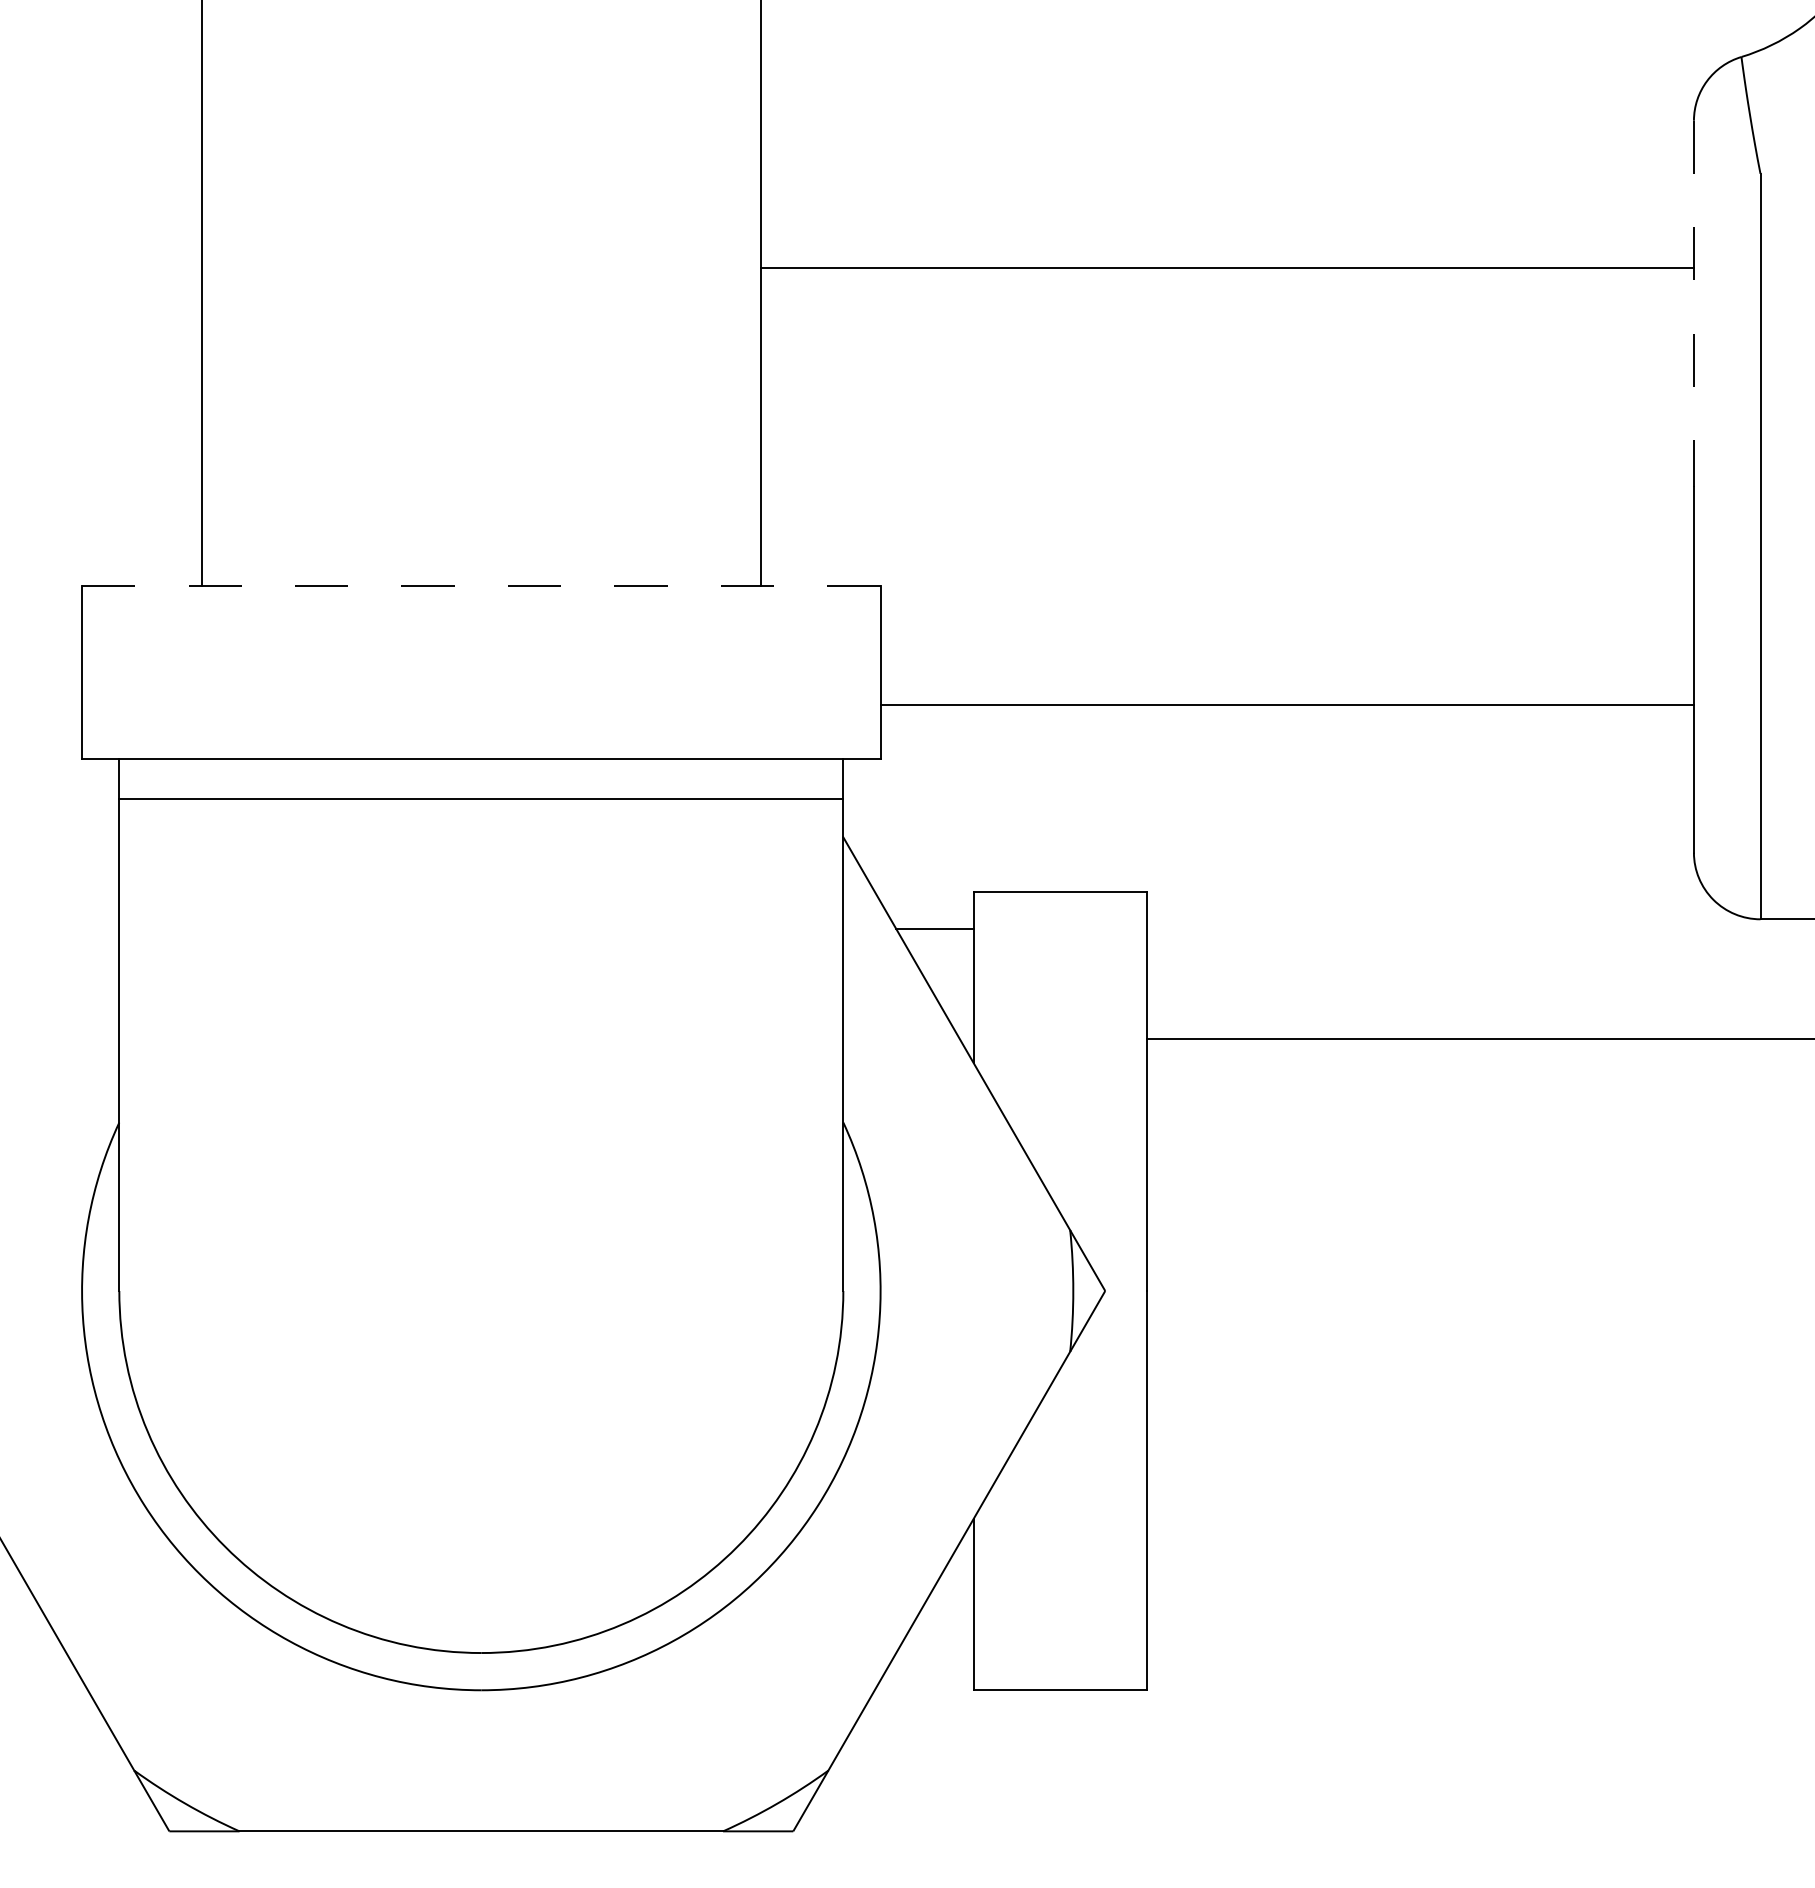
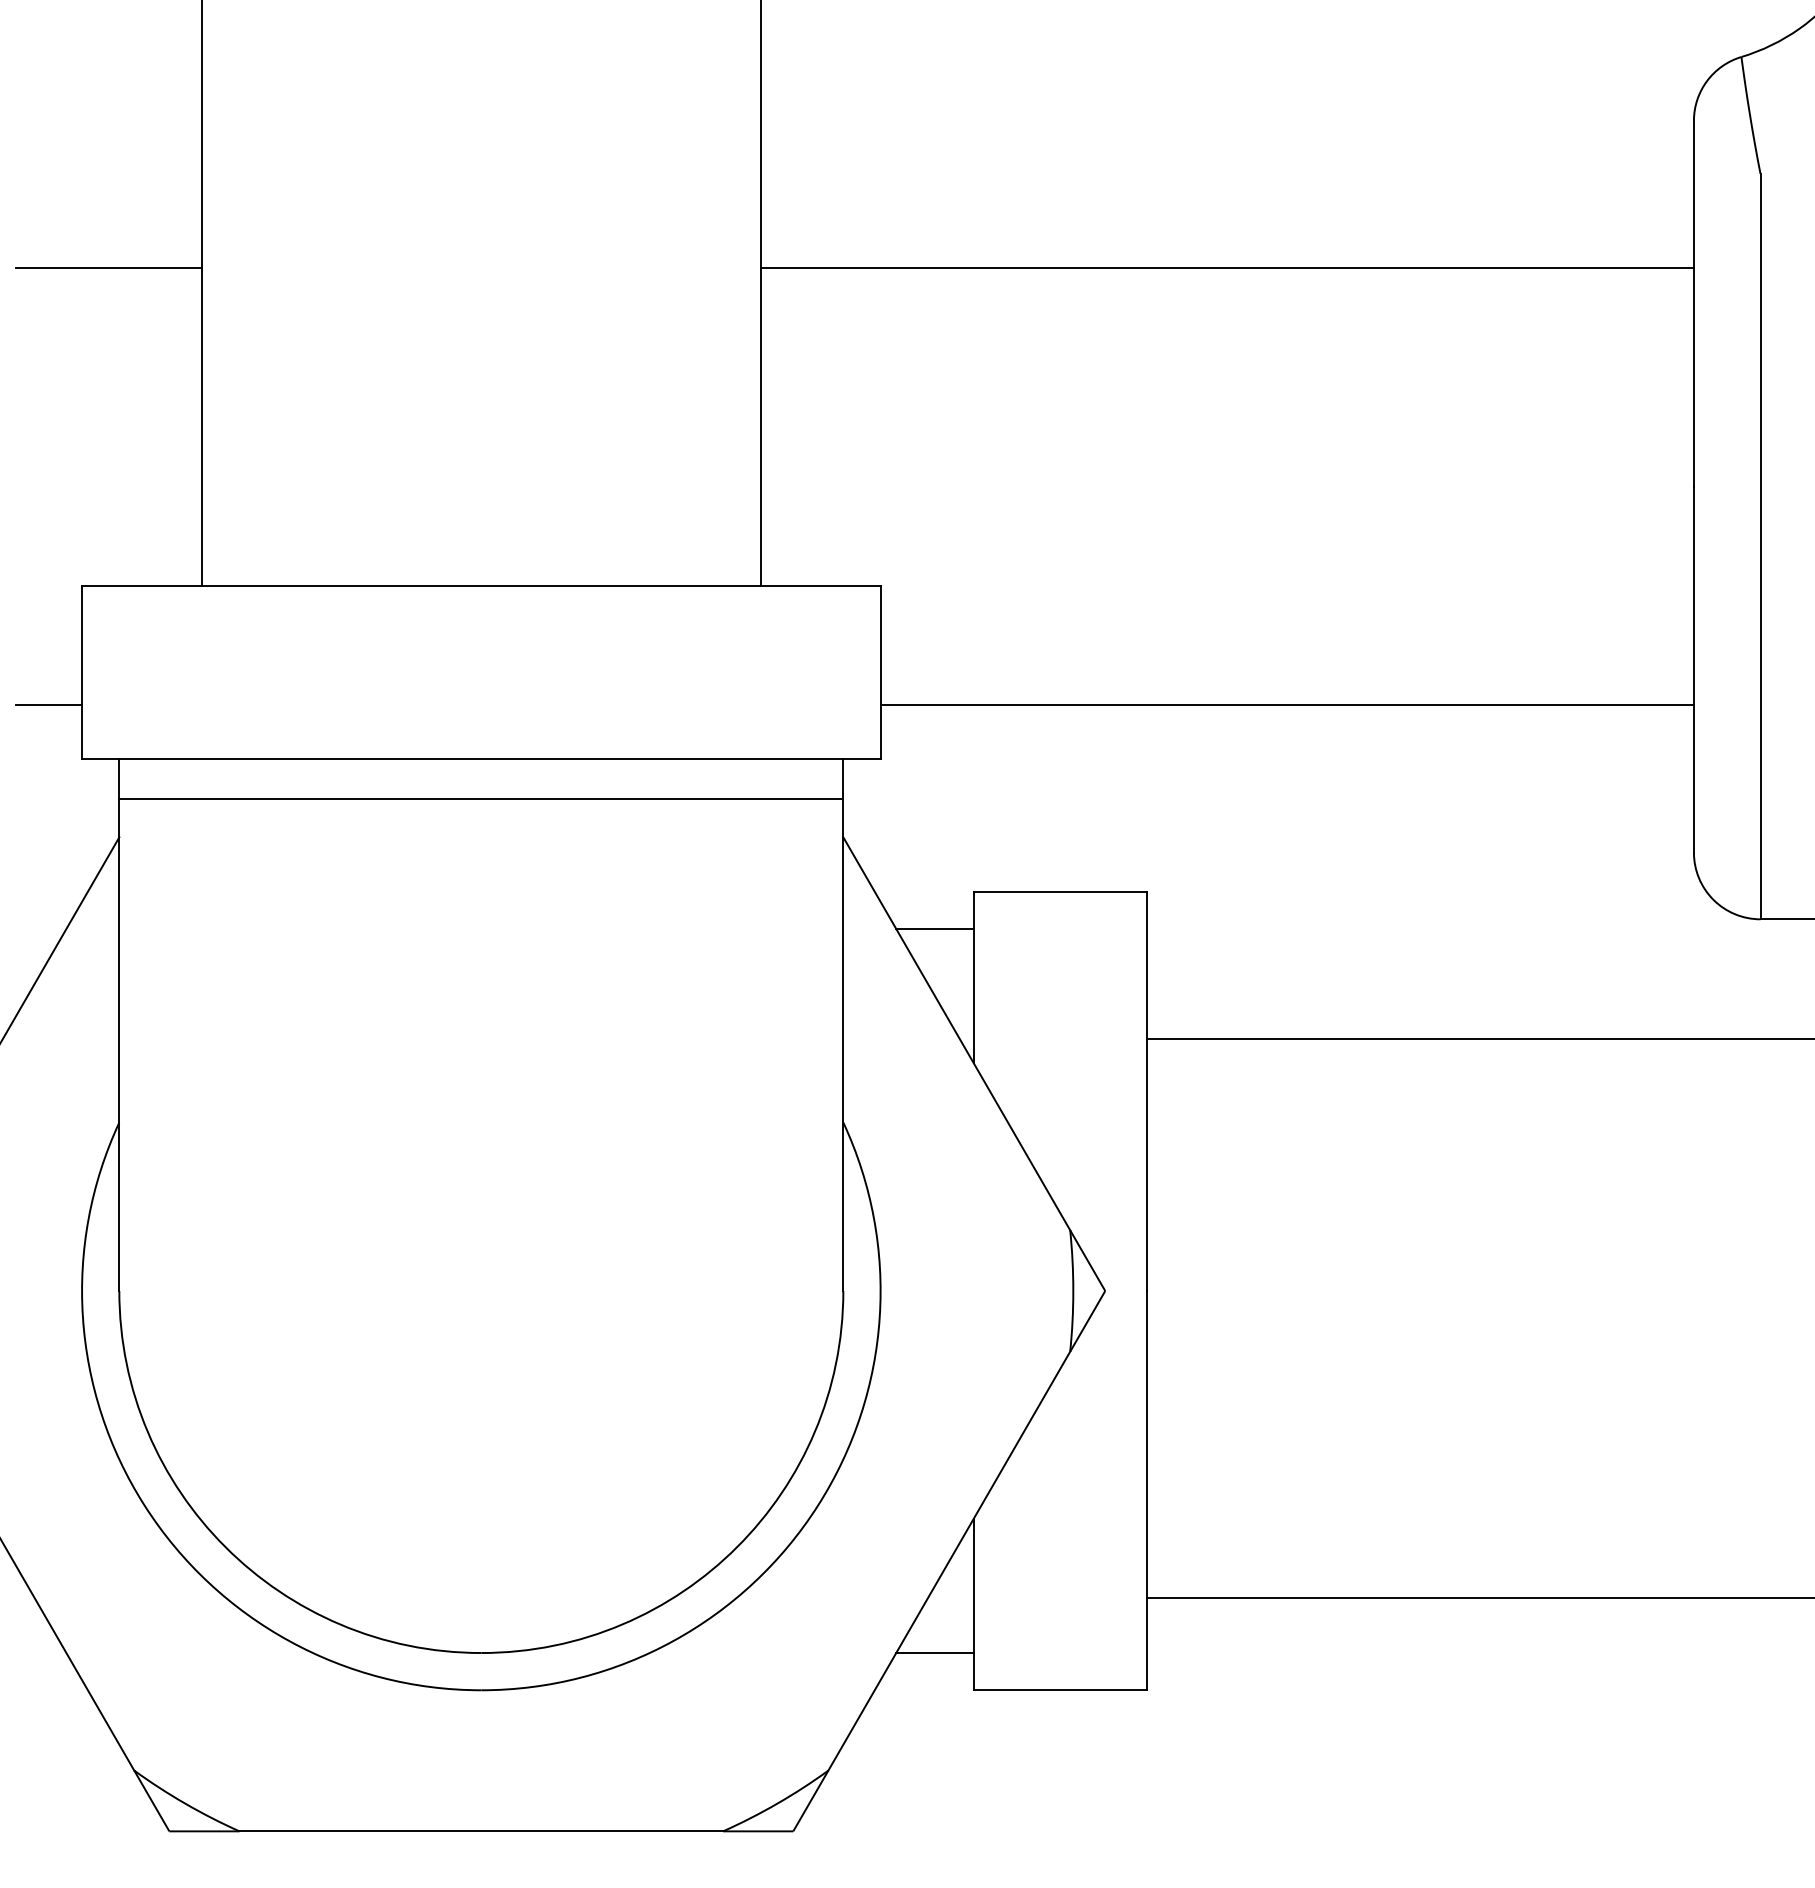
line at (108, 268): none -> present
line at (1693, 303): dashed -> solid
line at (481, 585): dashed -> solid
line at (48, 704): none -> present
line at (60, 938): none -> present
line at (1478, 1597): none -> present
line at (934, 1653): none -> present
